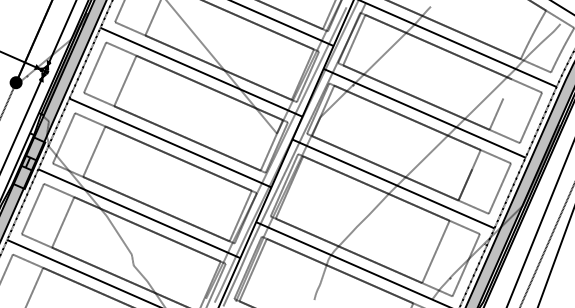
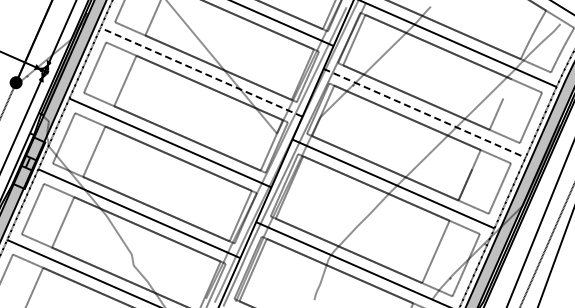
line at (201, 72): solid -> dashed
line at (425, 113): solid -> dashed
